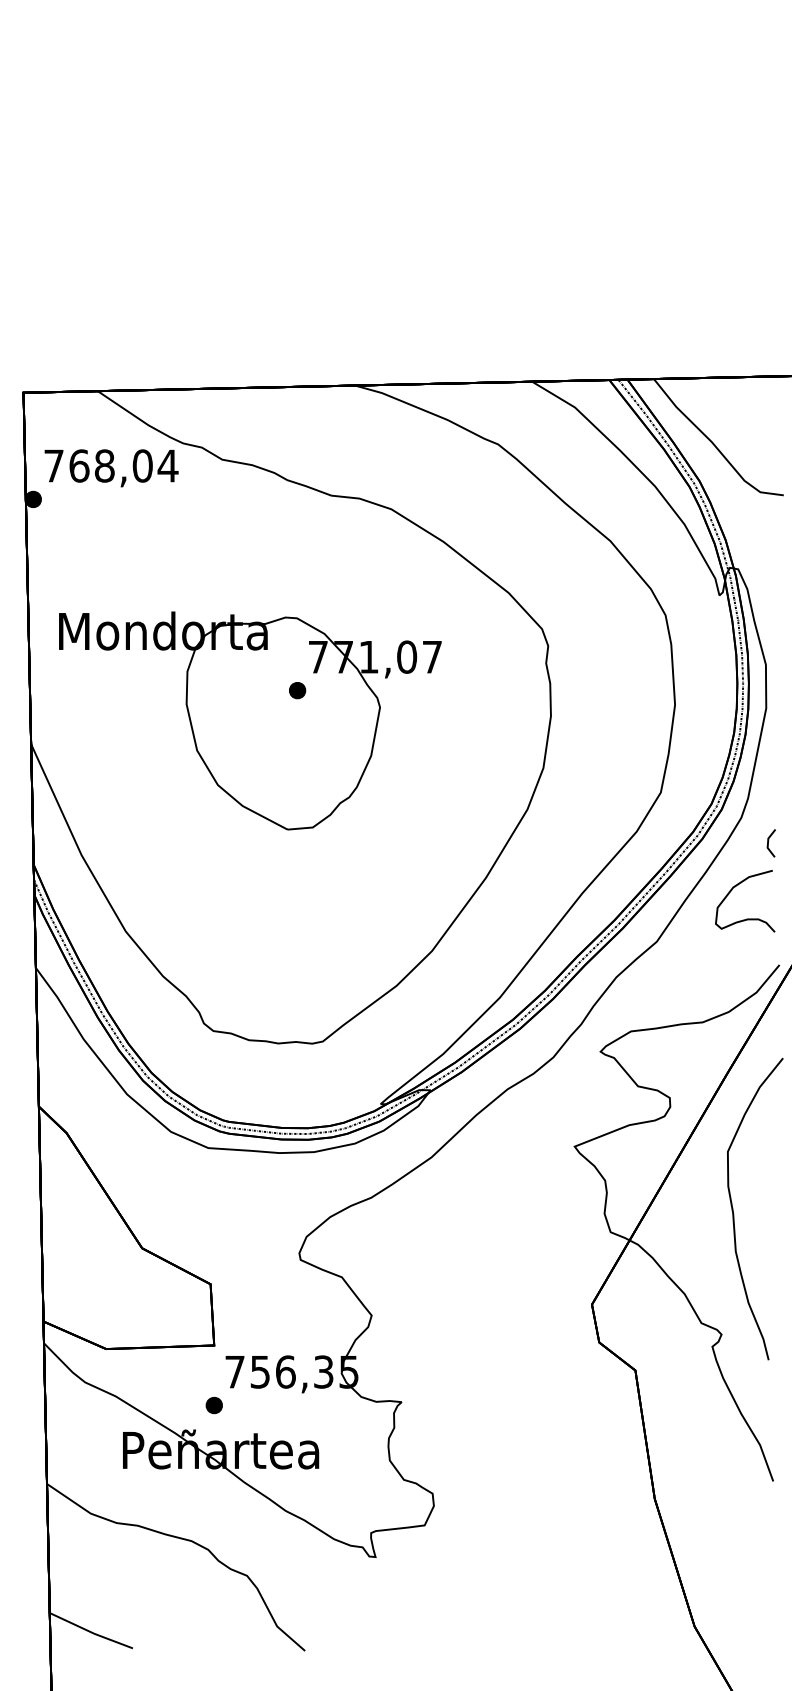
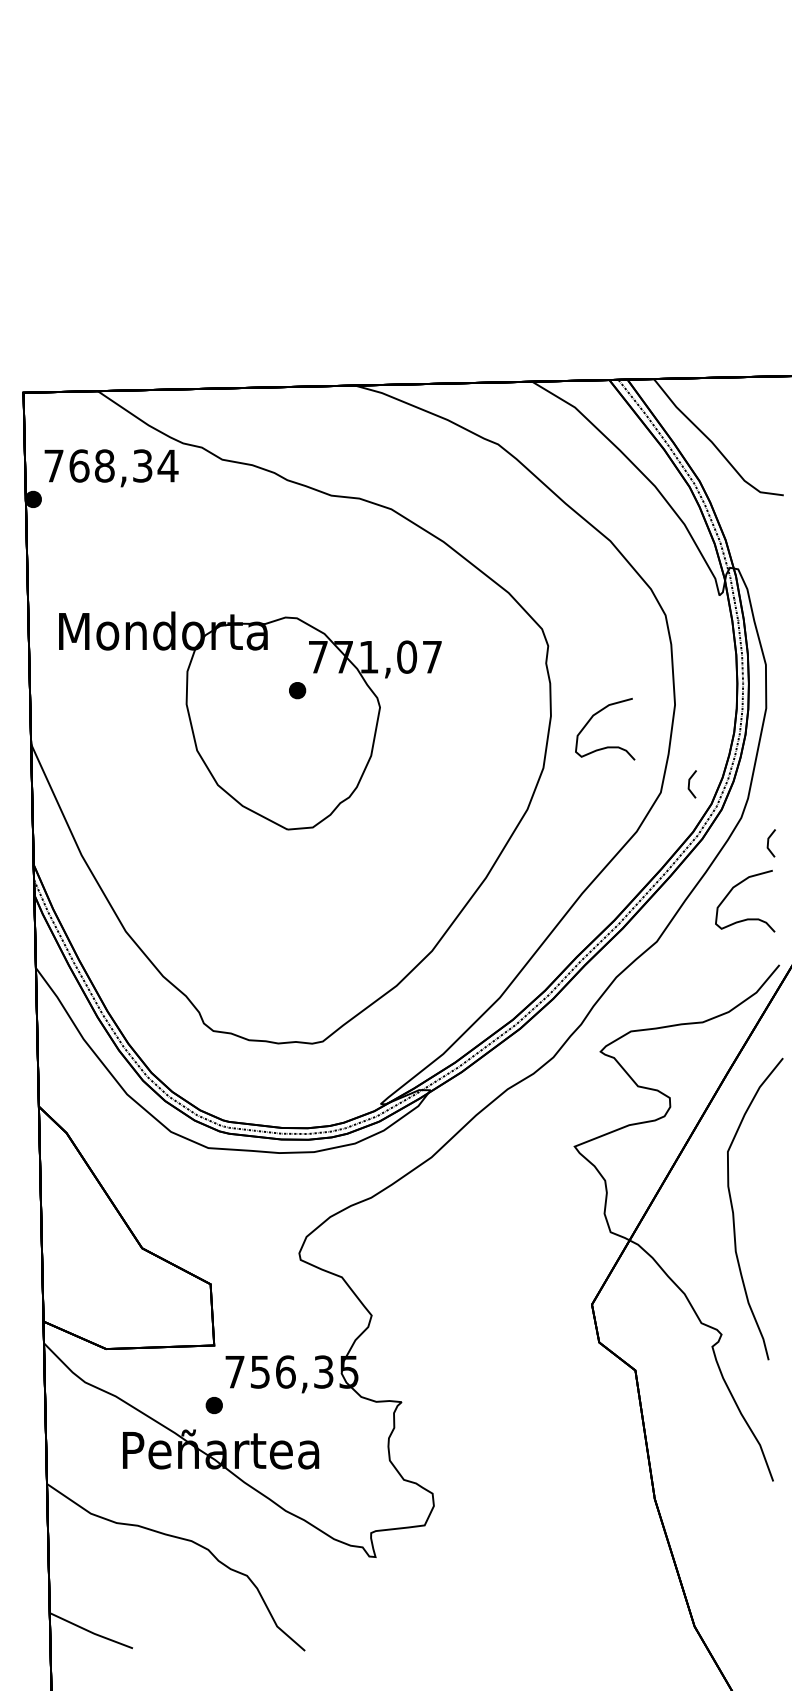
text at (142, 465): 768,04 -> 768,34
curve at (595, 715): none -> present
line at (689, 784): none -> present
